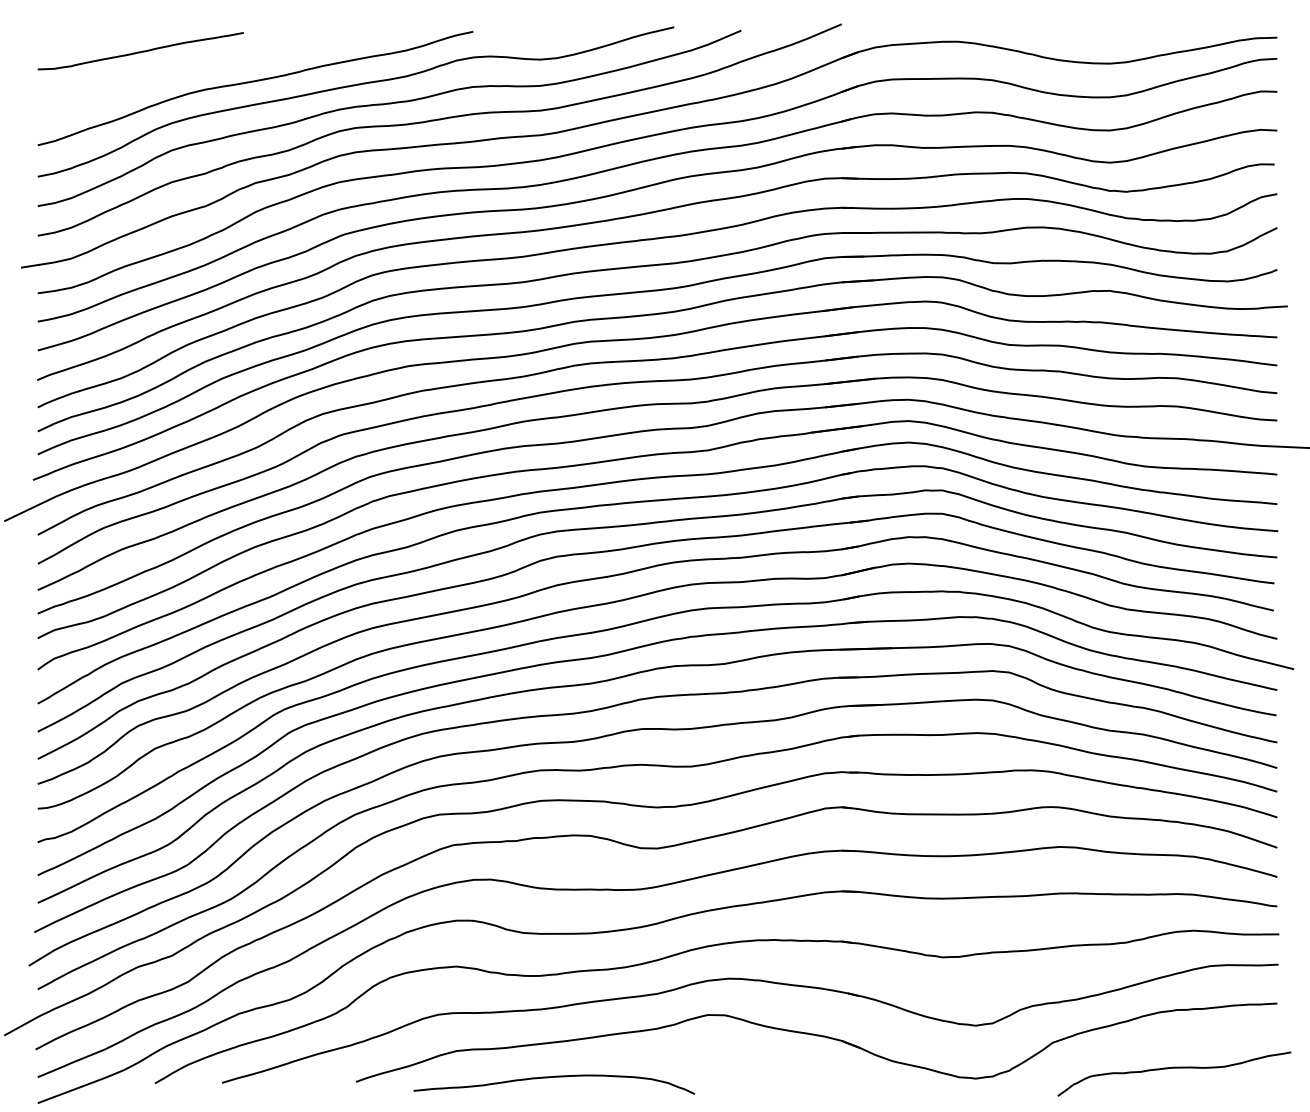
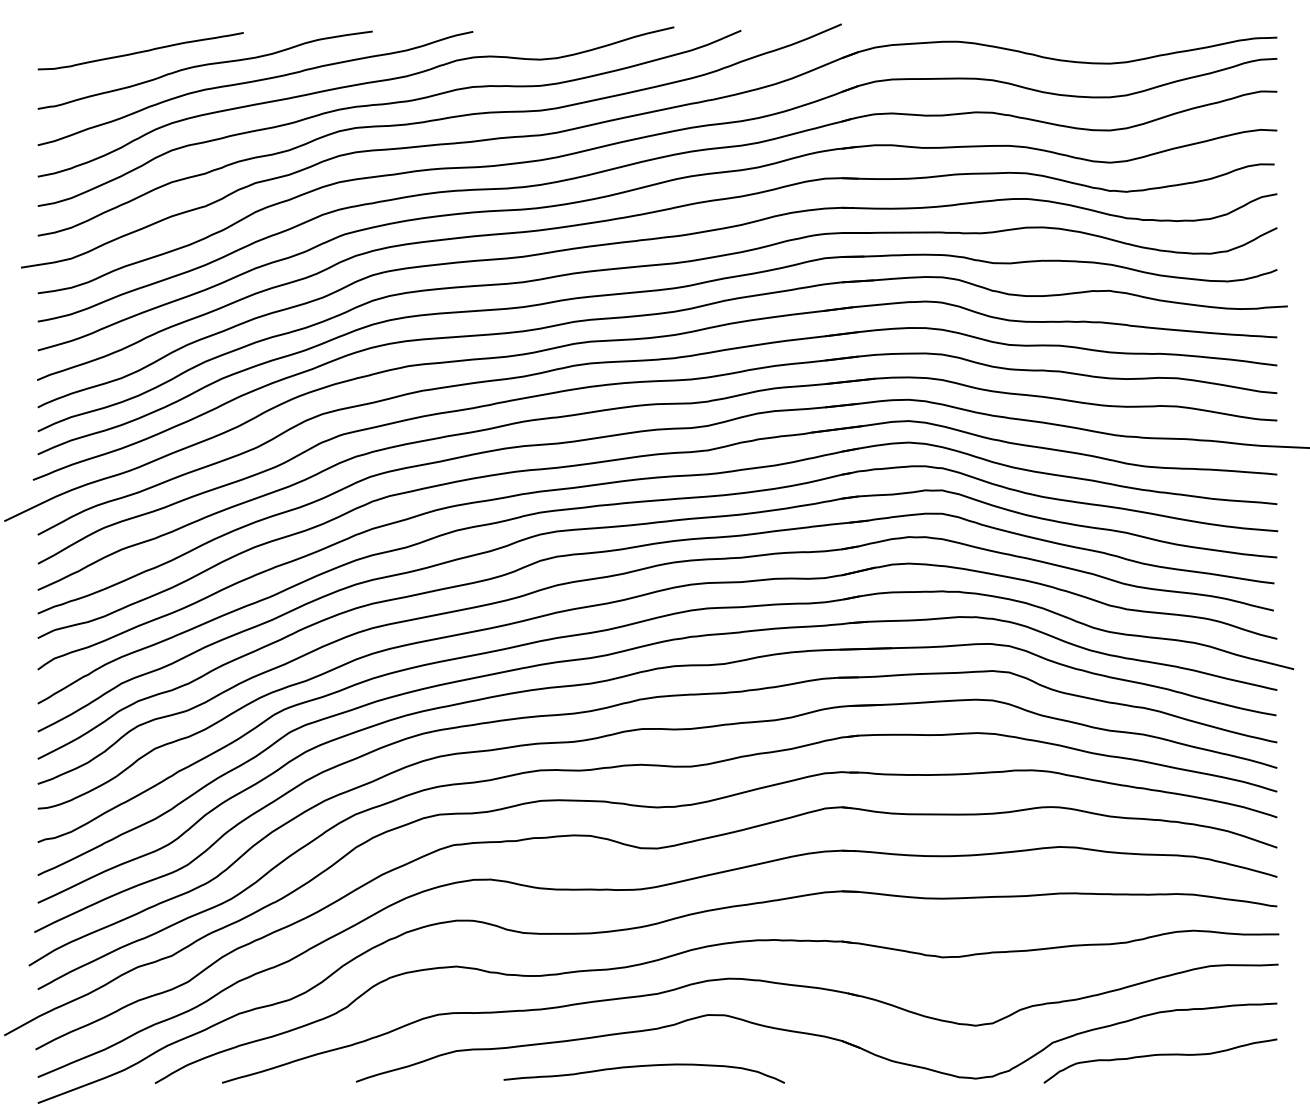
curve at (203, 66): none -> present
curve at (1174, 1068) position: (1174, 1068) -> (1160, 1055)
curve at (553, 1077) position: (553, 1077) -> (643, 1066)
